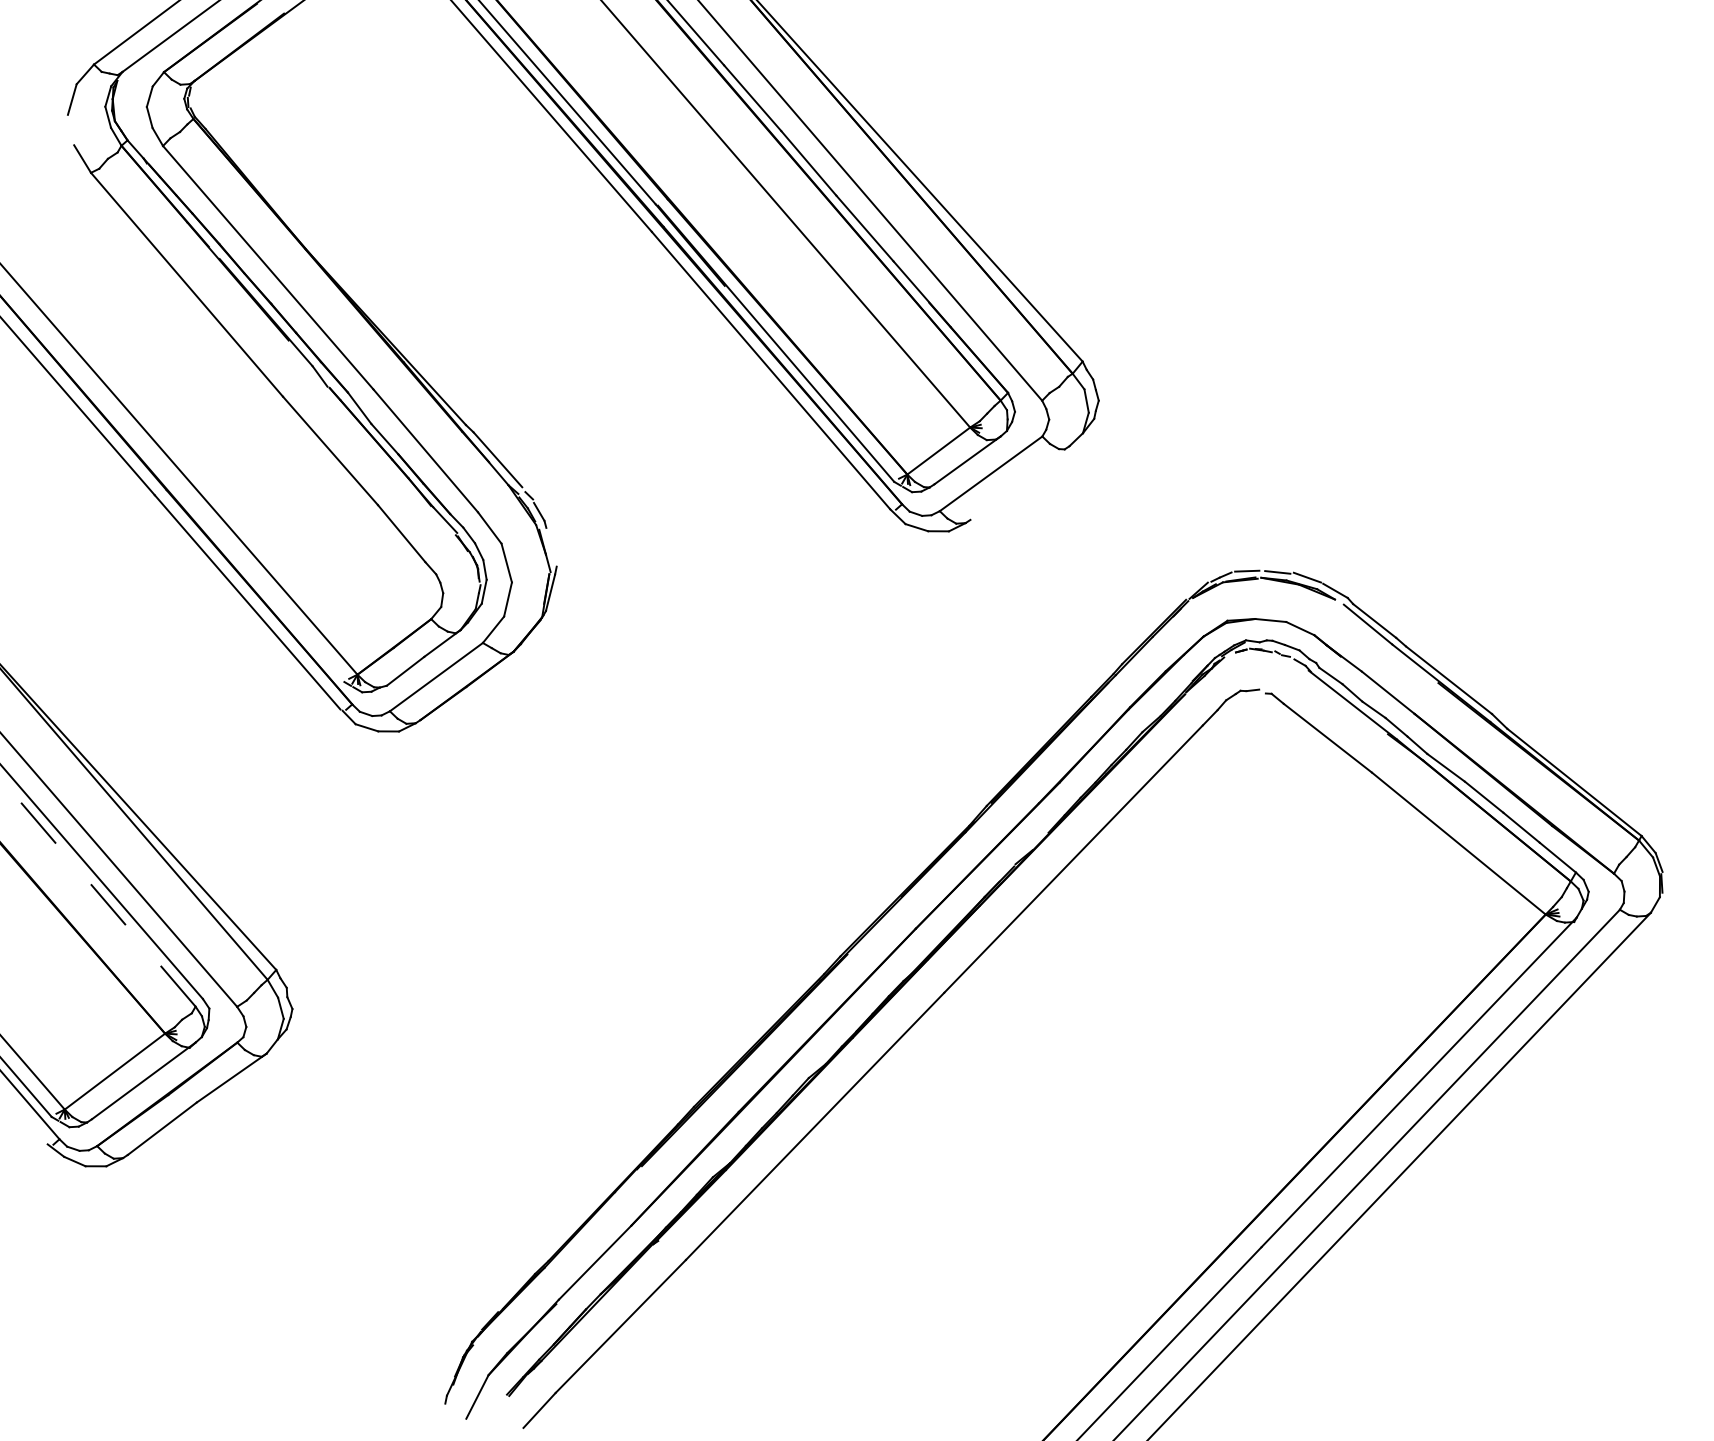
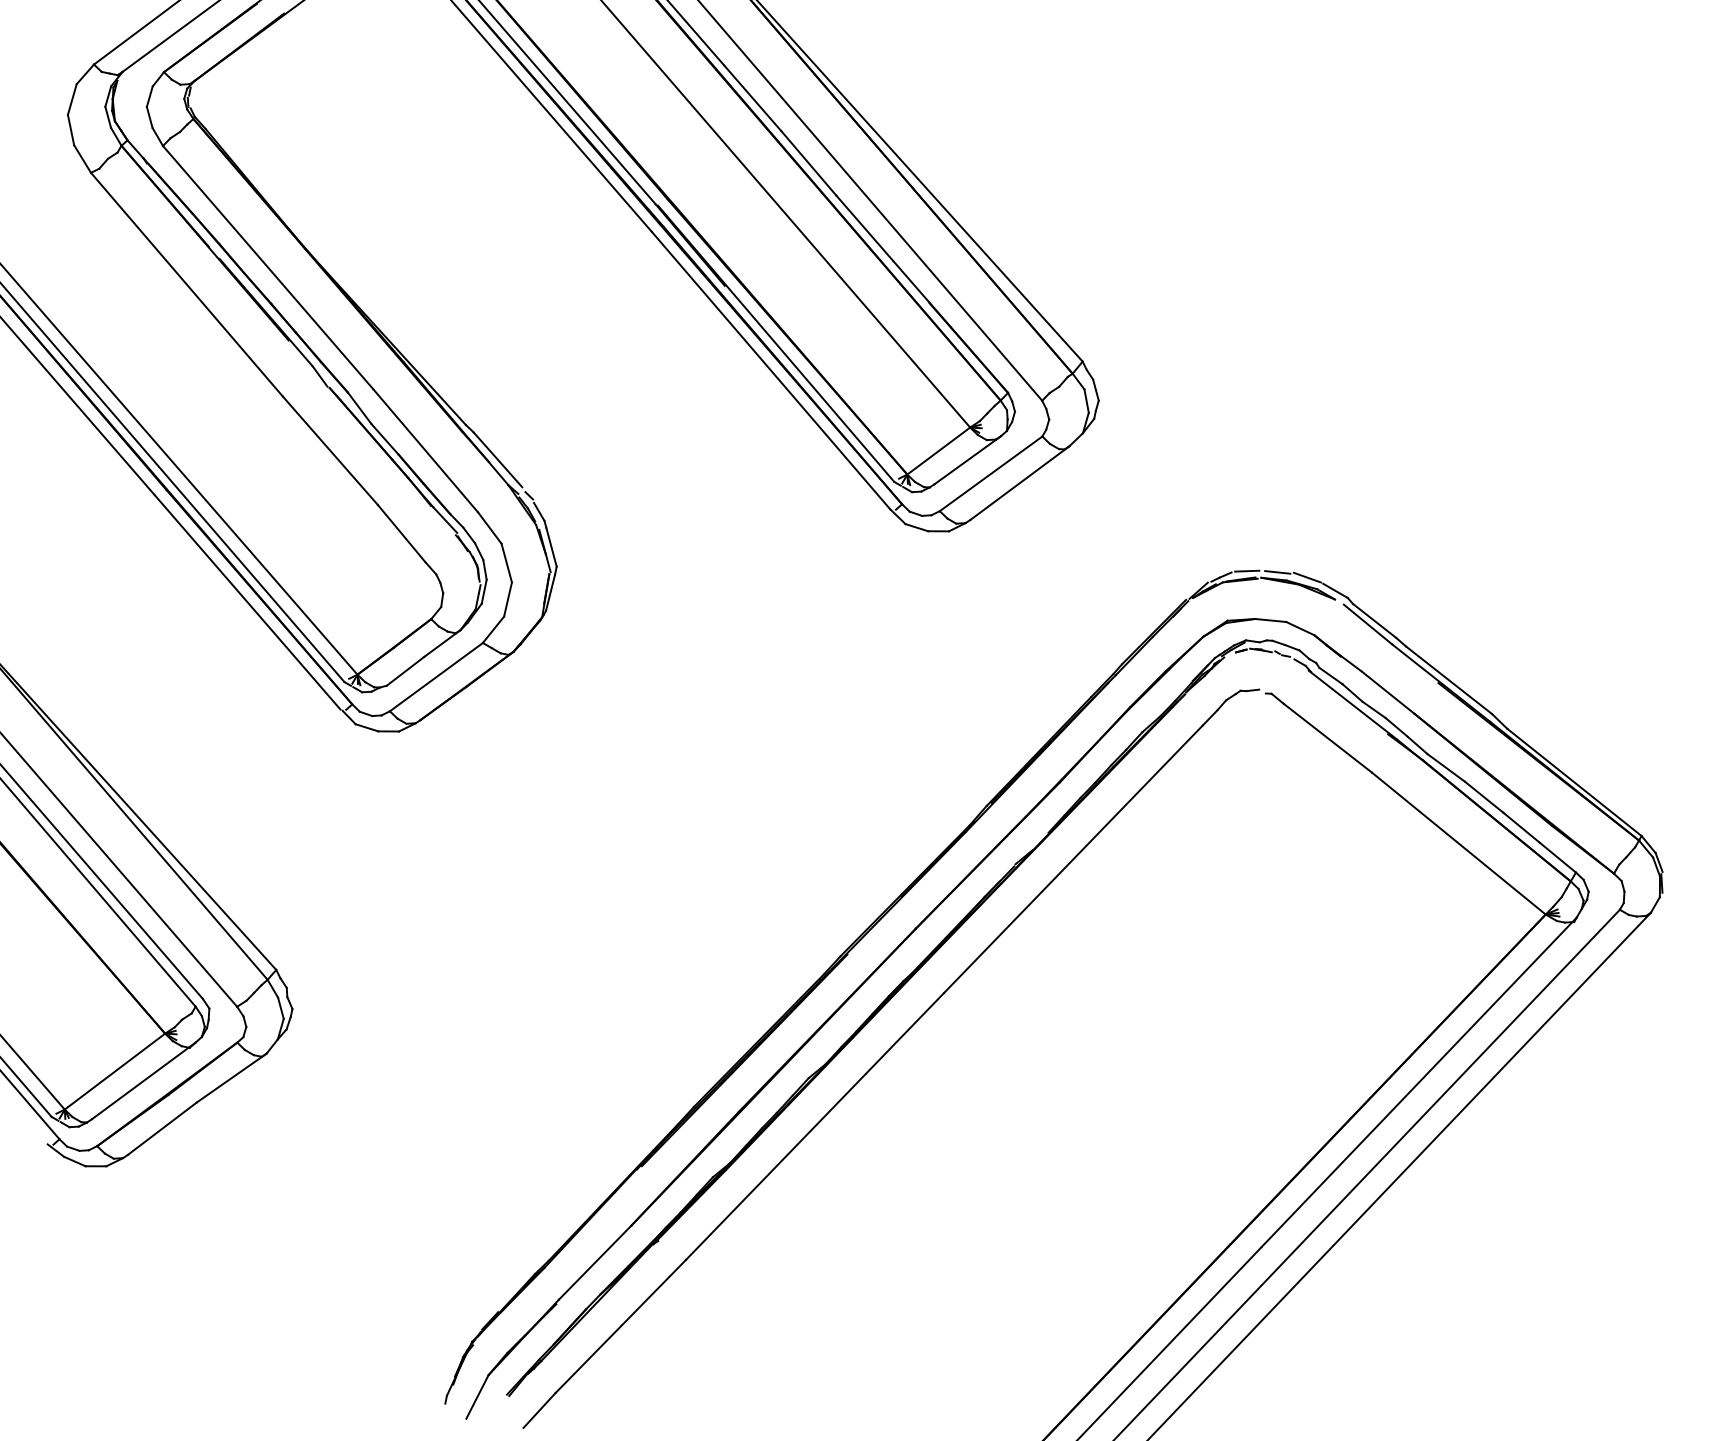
line at (70, 129): none -> present
line at (1019, 482): none -> present
line at (173, 483): none -> present
line at (551, 546): none -> present
line at (97, 892): dashed -> solid
